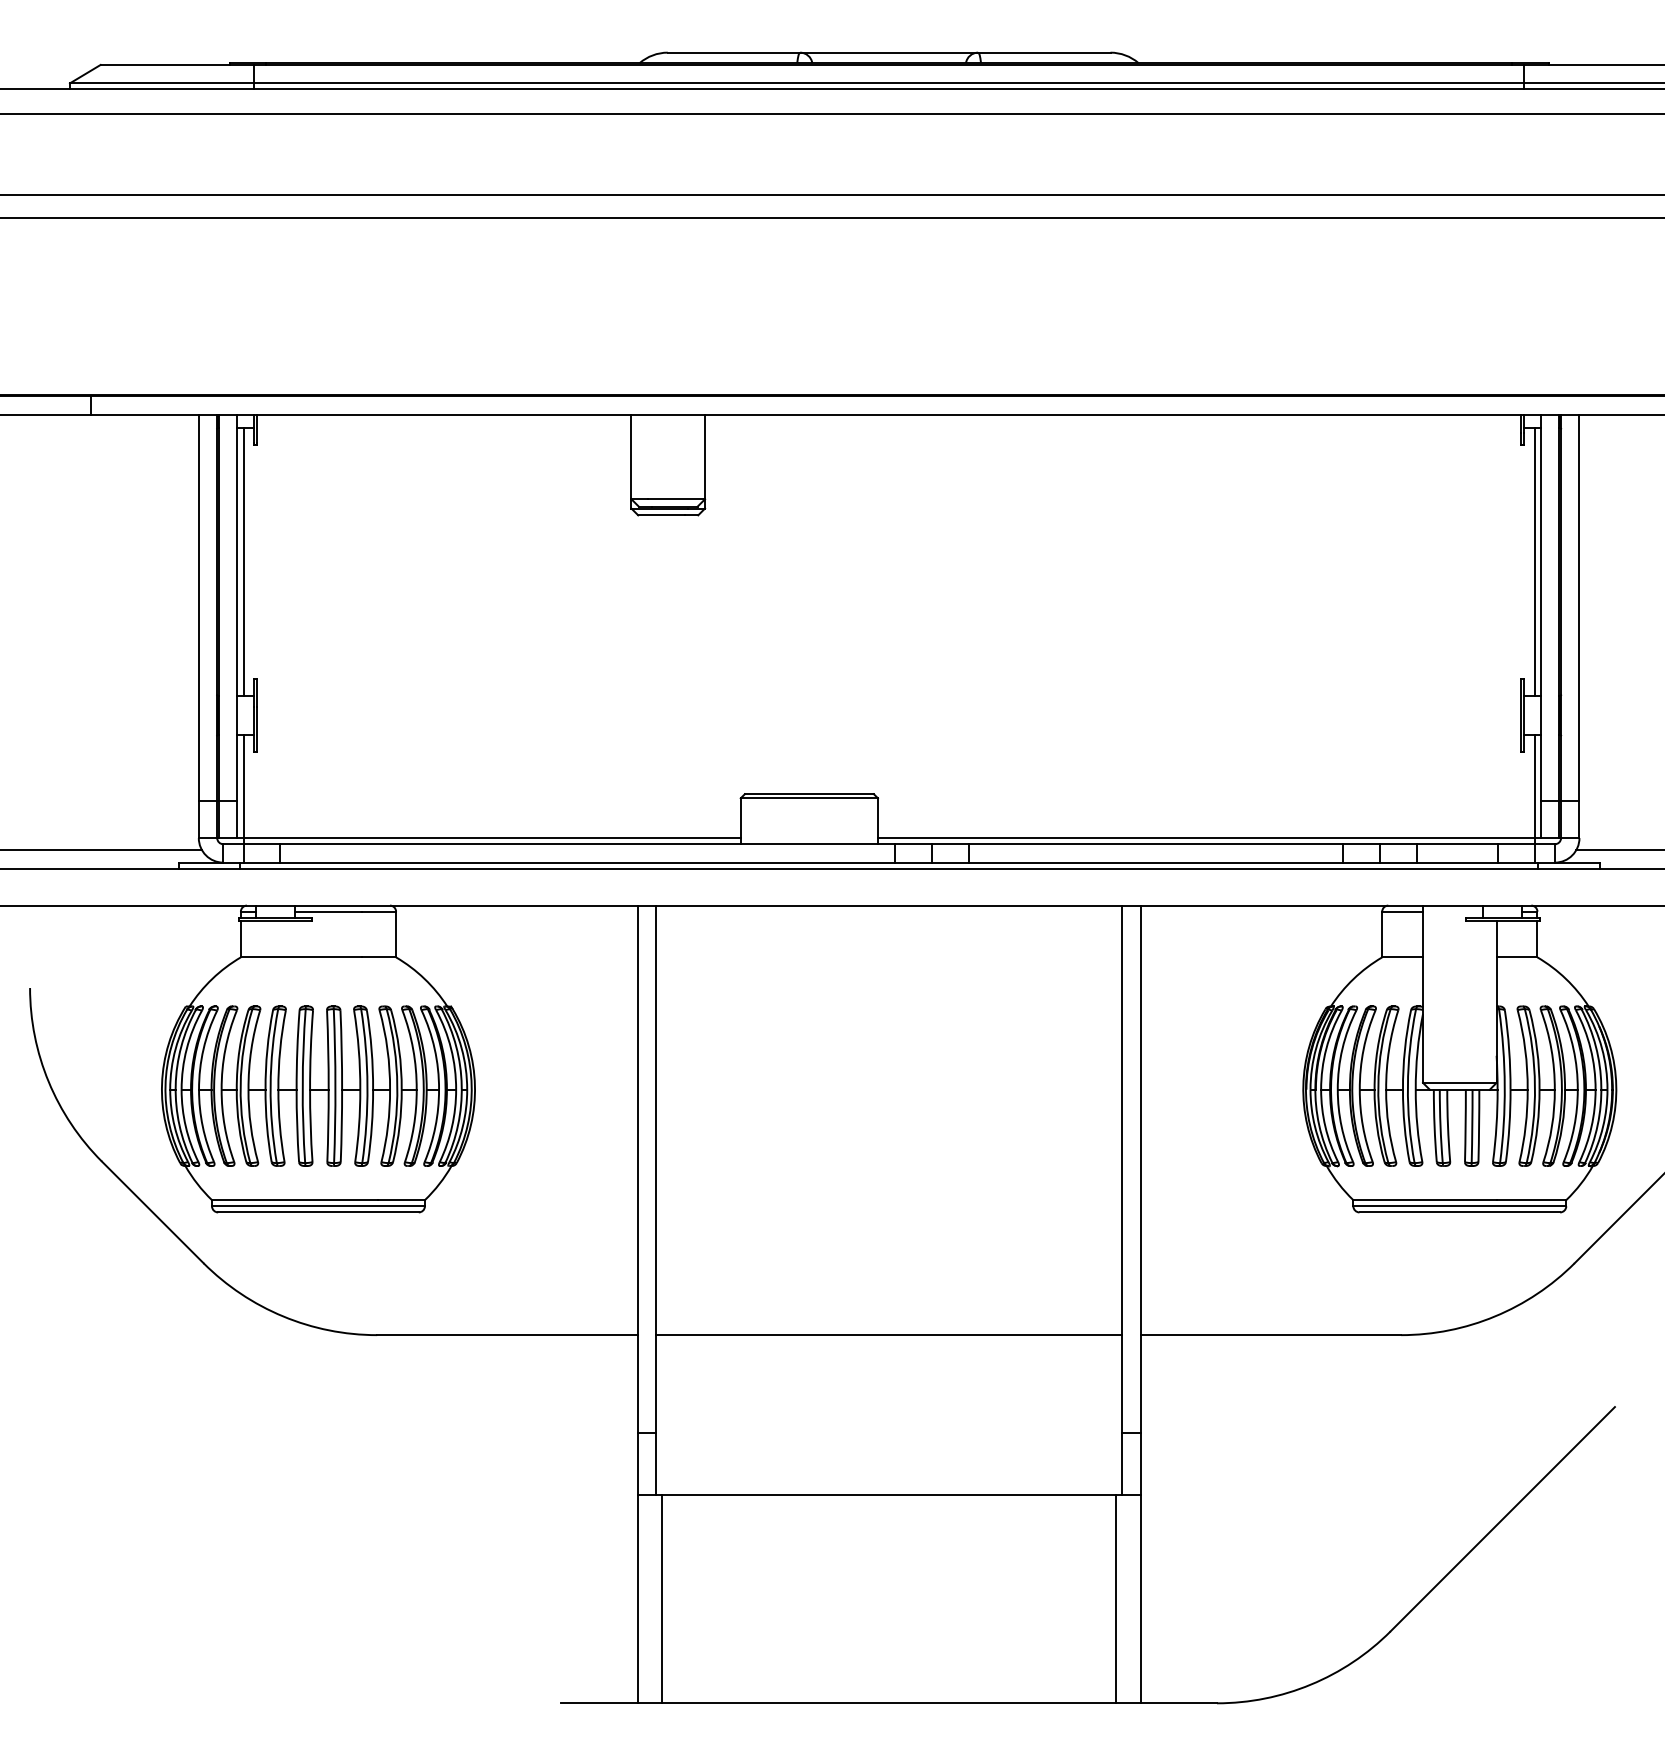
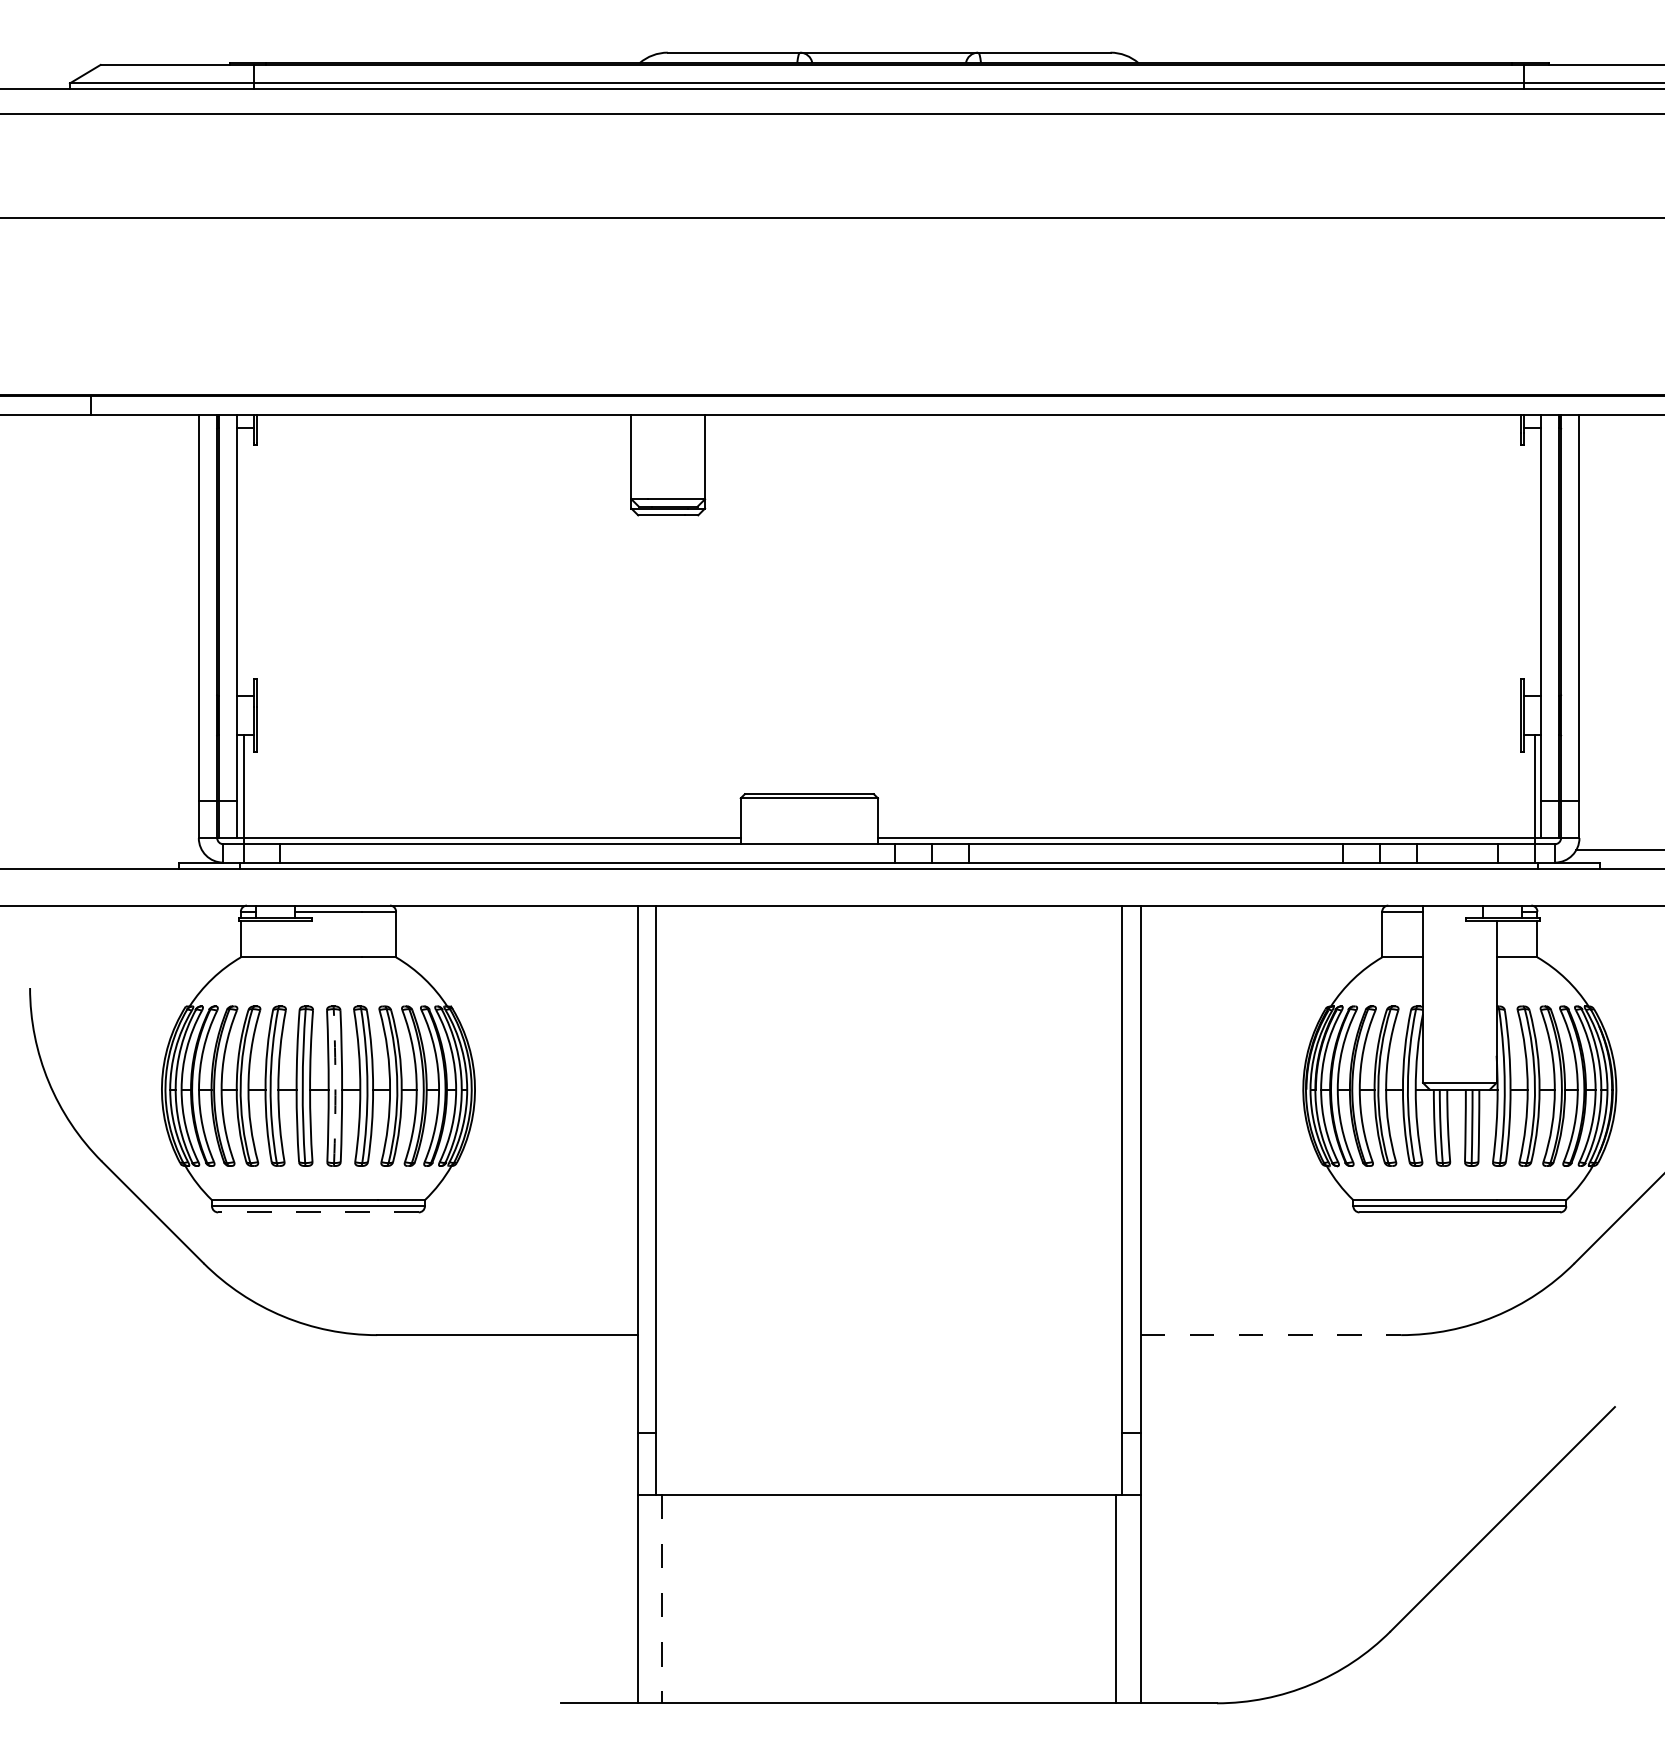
line at (831, 195): present -> none
line at (243, 561): present -> none
line at (1534, 561): present -> none
line at (102, 850): present -> none
arc at (335, 1086): solid -> dashed
line at (317, 1212): solid -> dashed
line at (888, 1335): present -> none
line at (1271, 1335): solid -> dashed
line at (662, 1599): solid -> dashed
